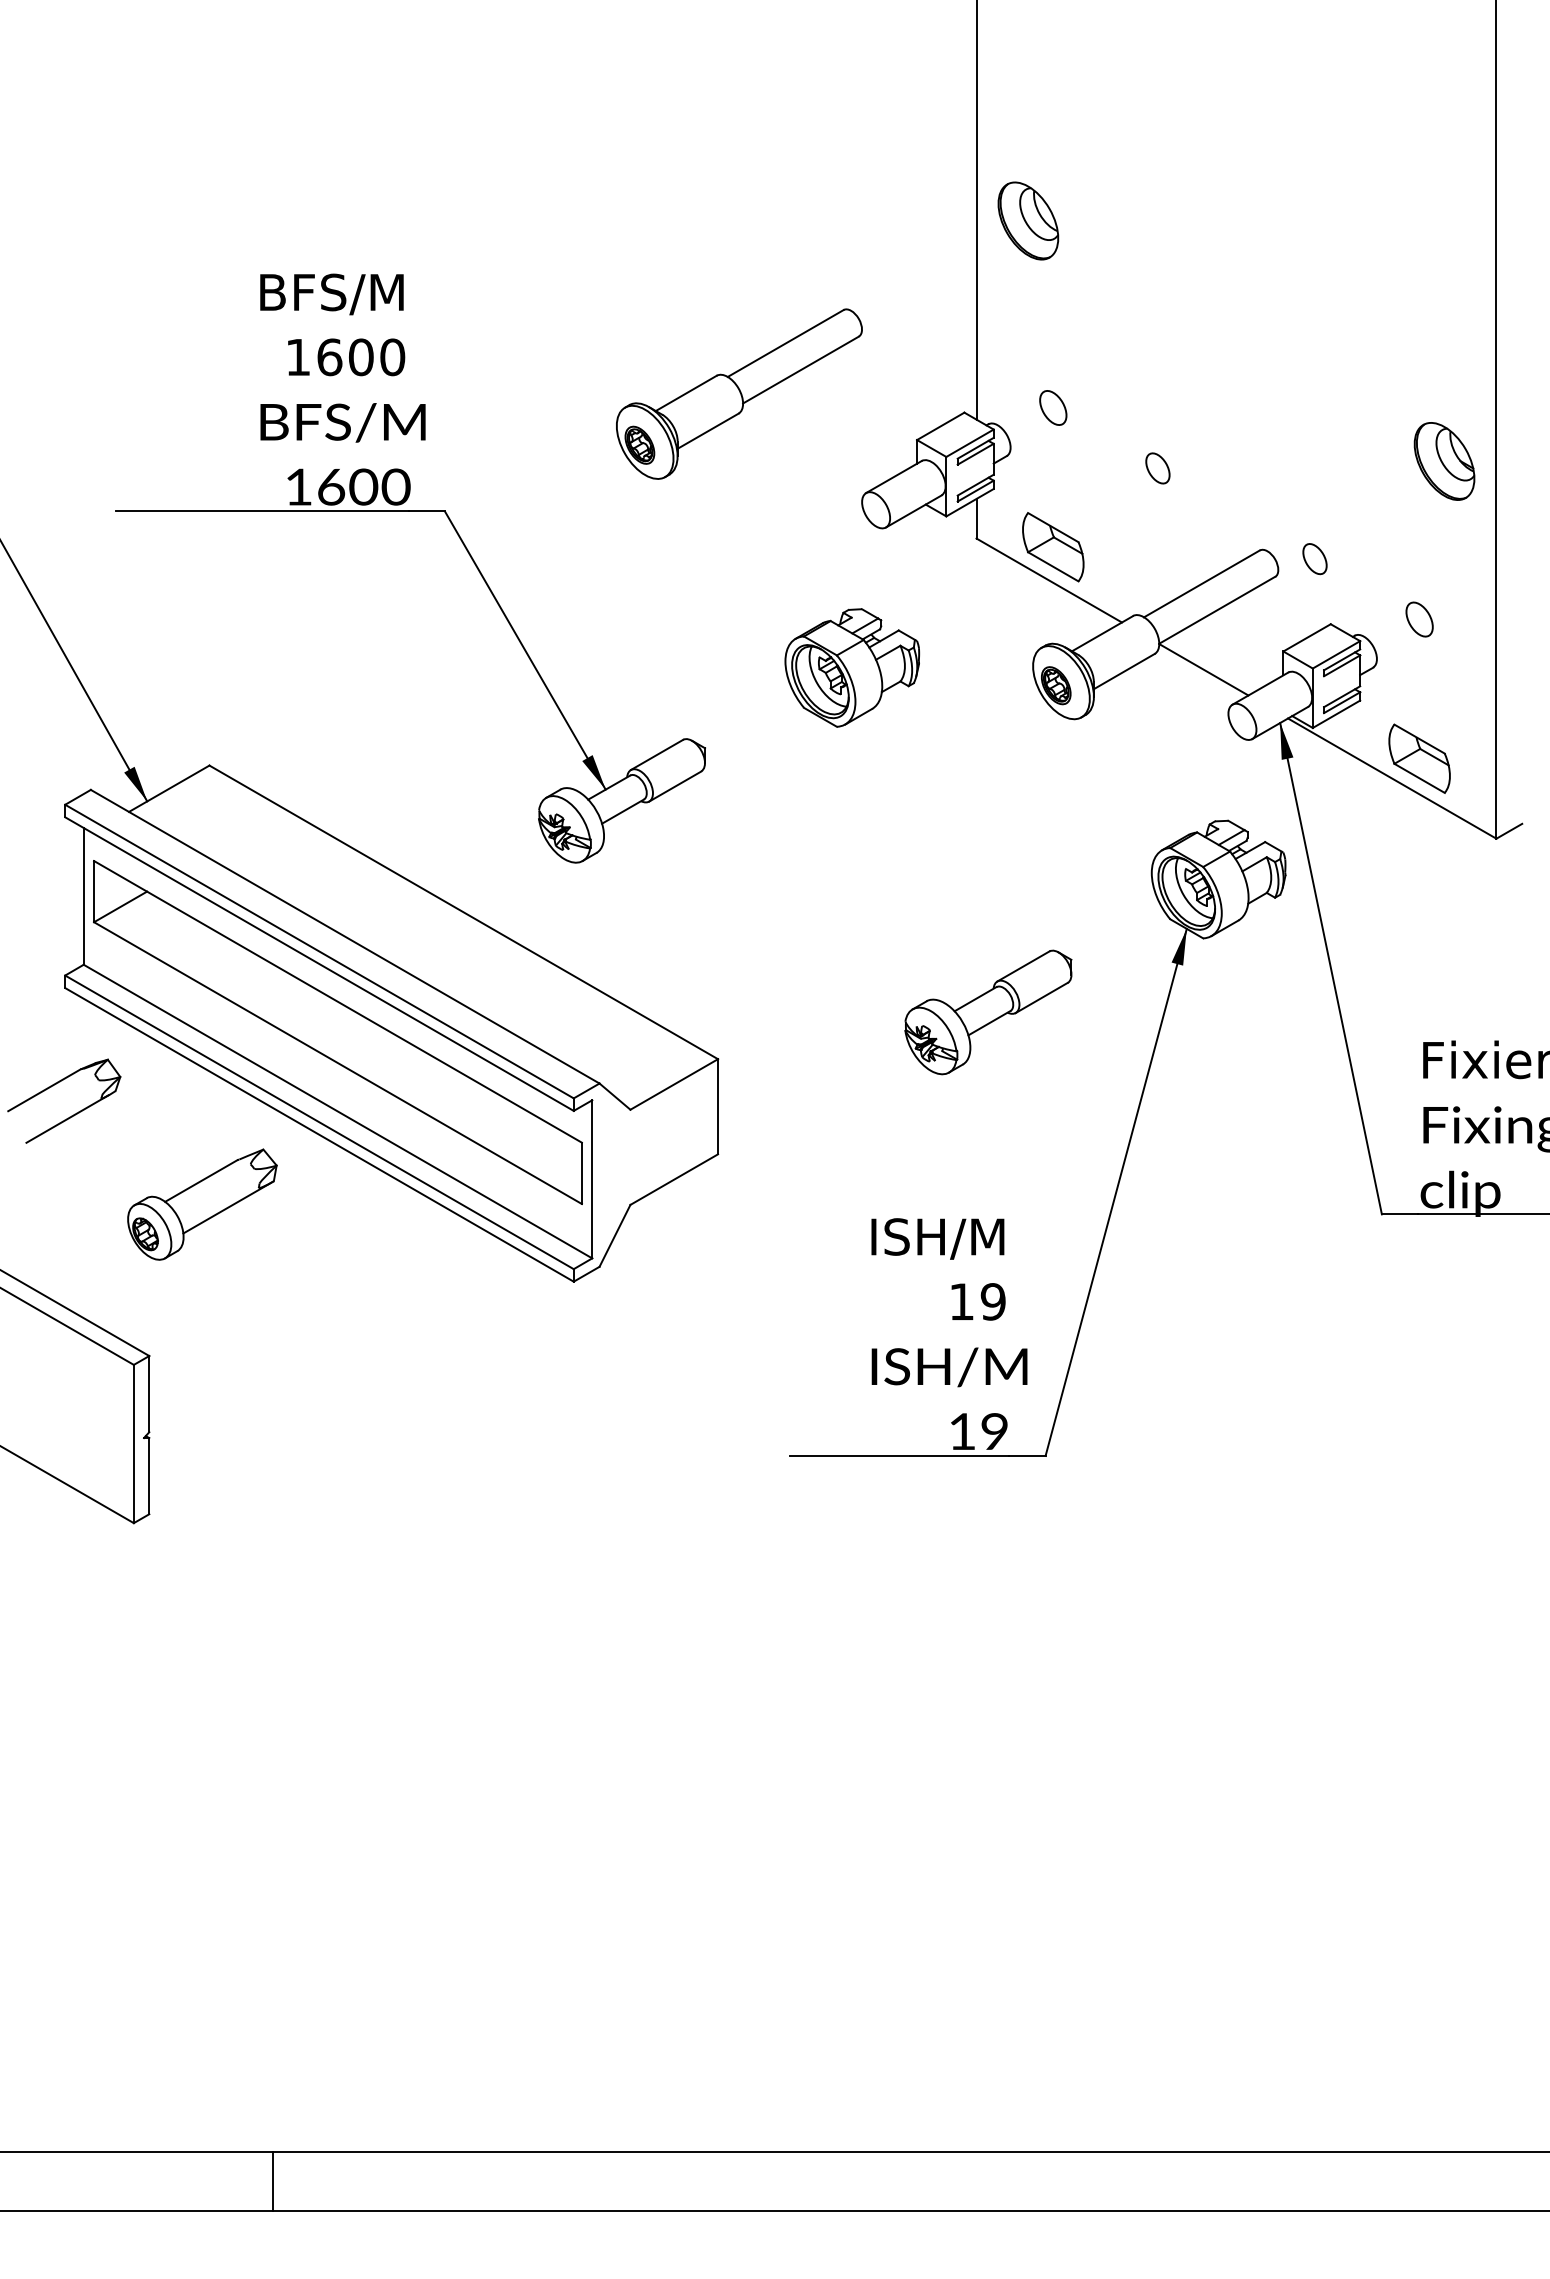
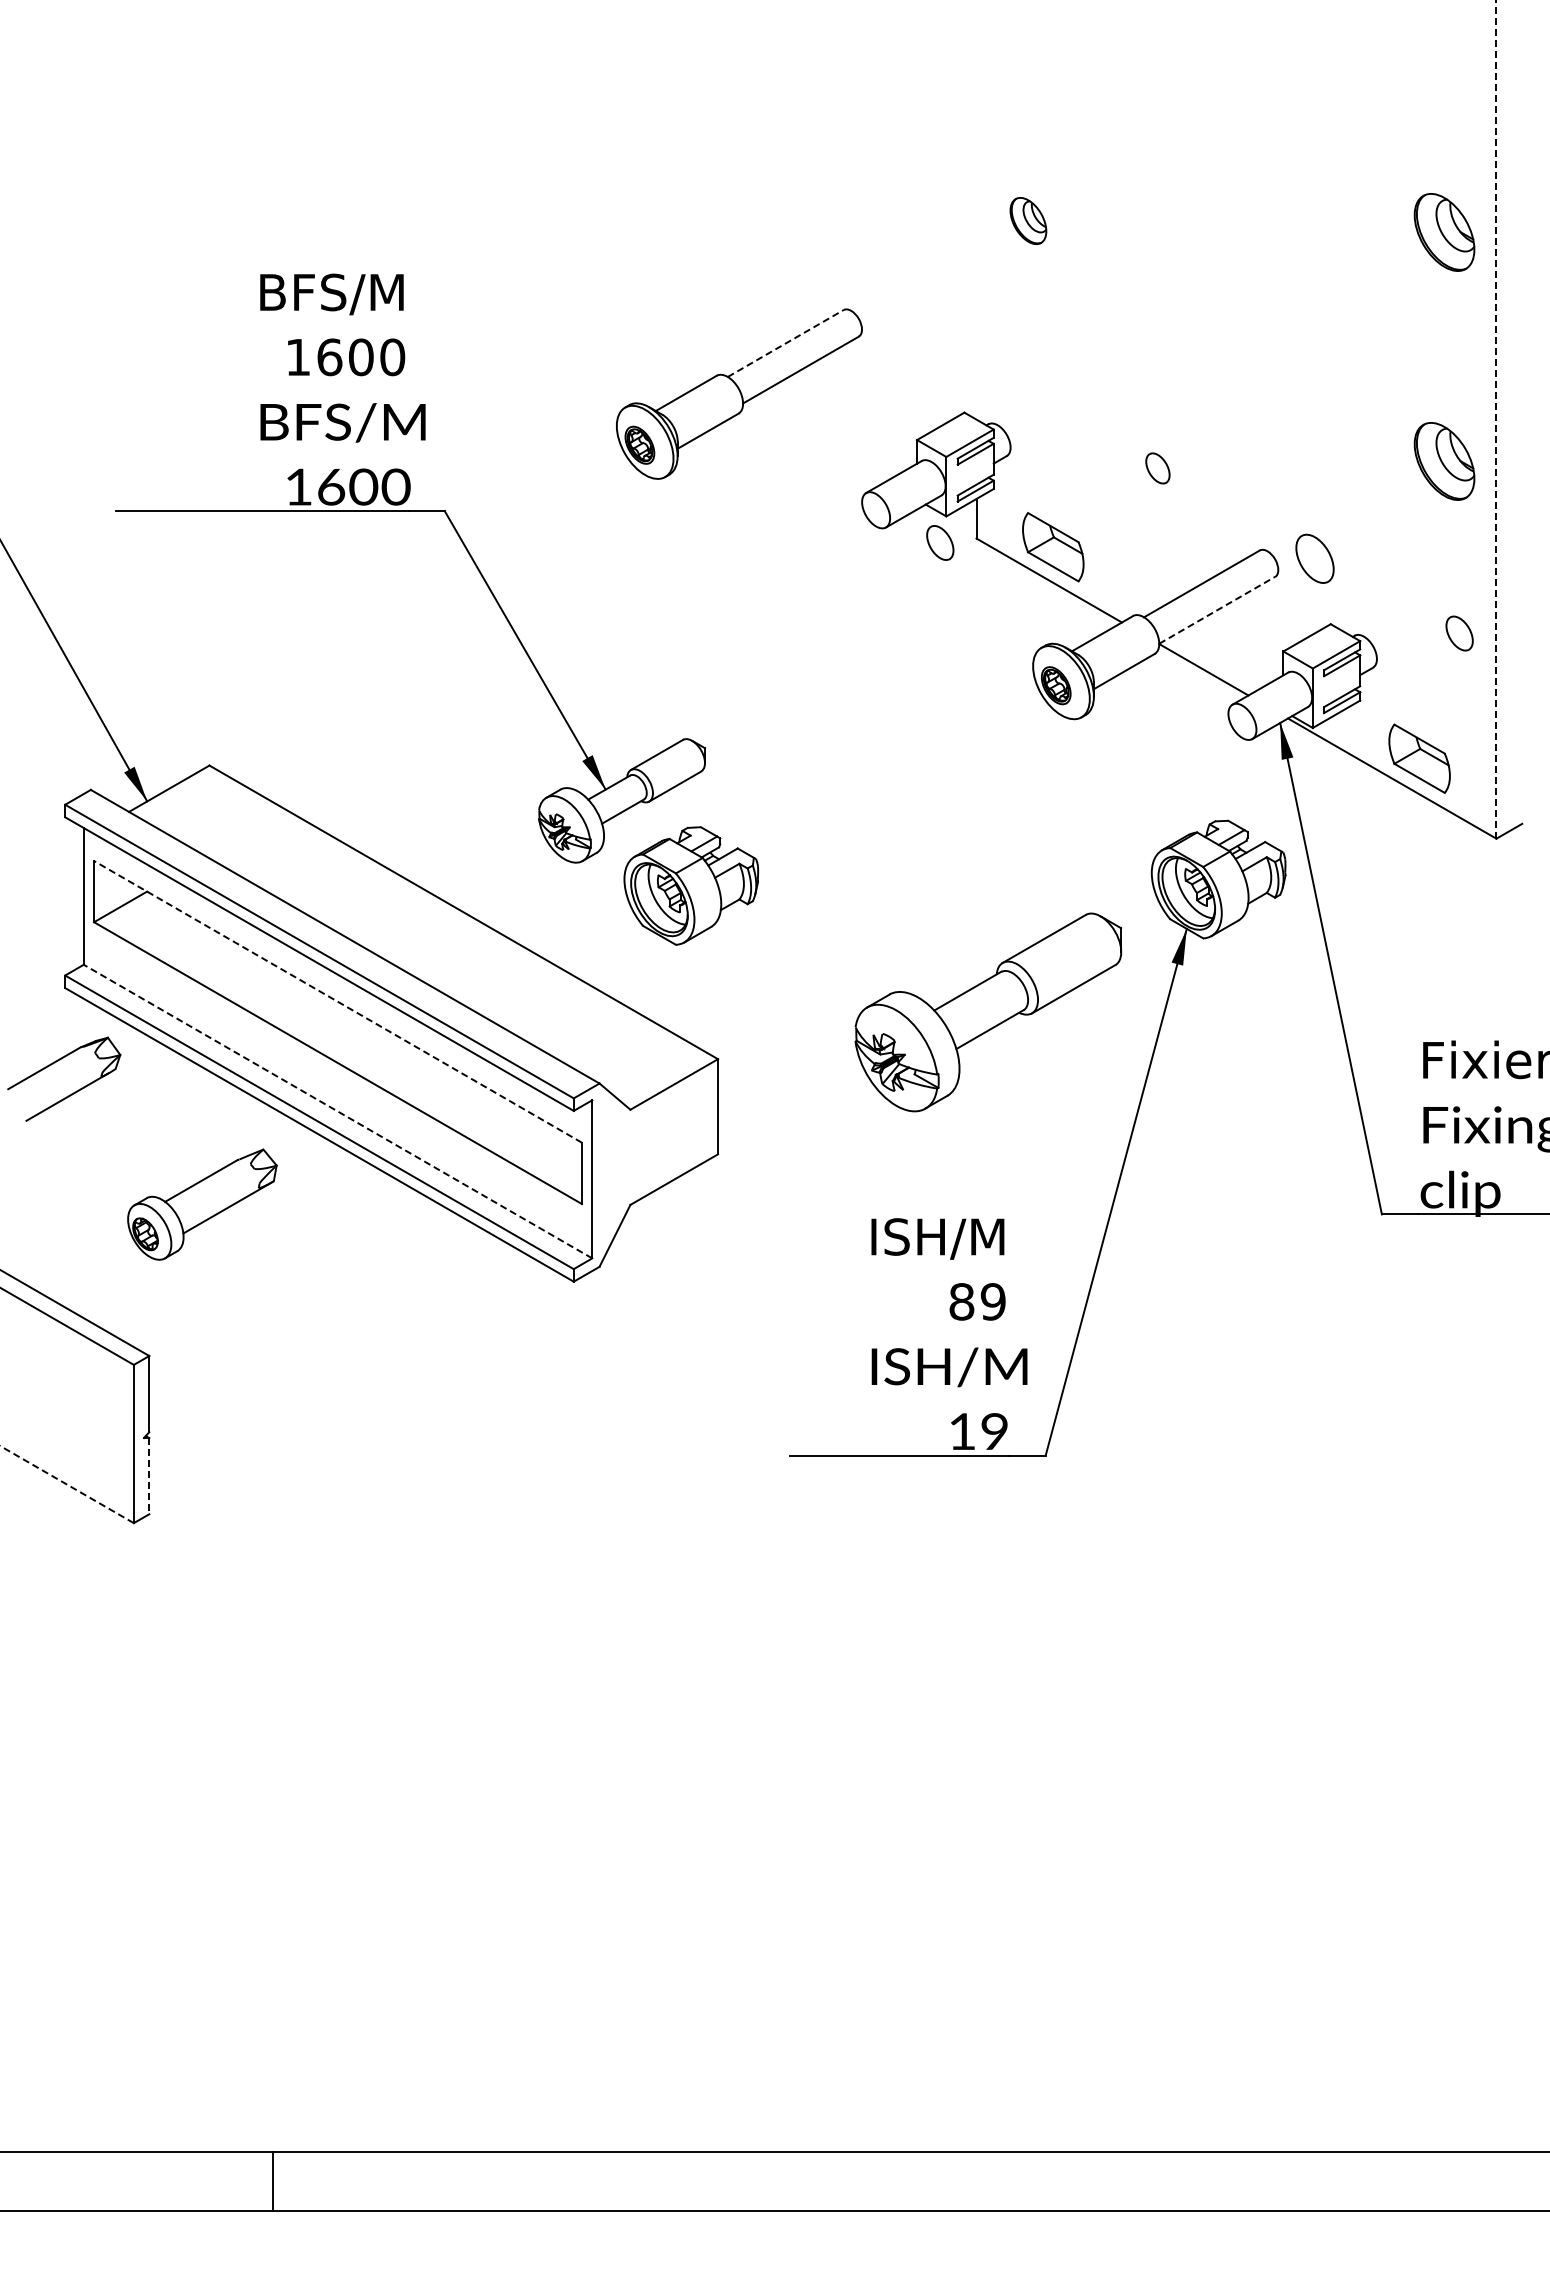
line at (976, 210): present -> none
part at (1028, 220) size: 63x80 px -> 39x49 px
part at (1444, 232): none -> present
line at (785, 343): solid -> dashed
part at (1053, 407) position: (1053, 407) -> (940, 542)
line at (1496, 419): solid -> dashed
part at (1314, 559) size: 26x33 px -> 40x51 px
line at (1217, 610): solid -> dashed
part at (1419, 619) position: (1419, 619) -> (1459, 633)
part at (852, 667) position: (852, 667) -> (691, 885)
line at (338, 1001): solid -> dashed
part at (988, 1012) size: 169x127 px -> 269x201 px
line at (338, 1111): solid -> dashed
part at (71, 1115) position: (71, 1115) -> (71, 1093)
text at (961, 1301): 19 -> 89
line at (149, 1476): solid -> dashed
line at (67, 1484): solid -> dashed
